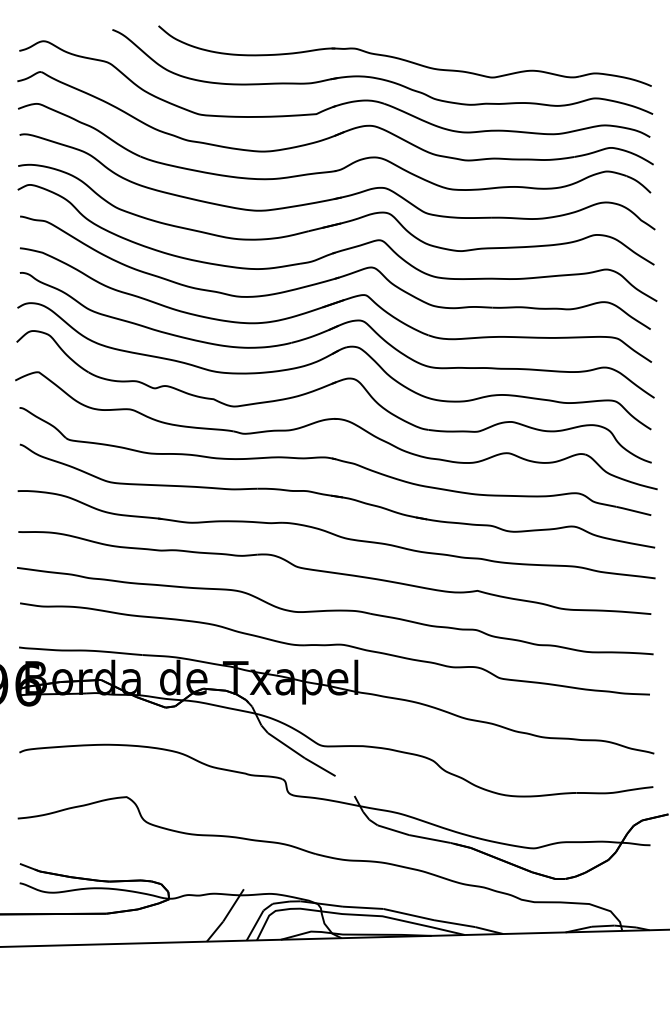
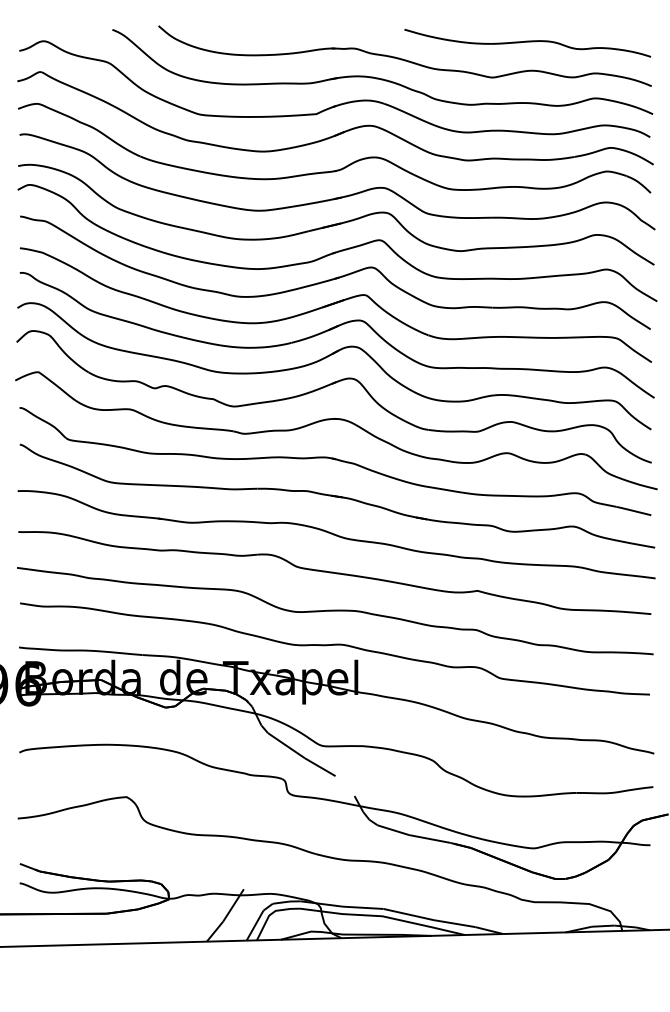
part at (527, 43): none -> present
